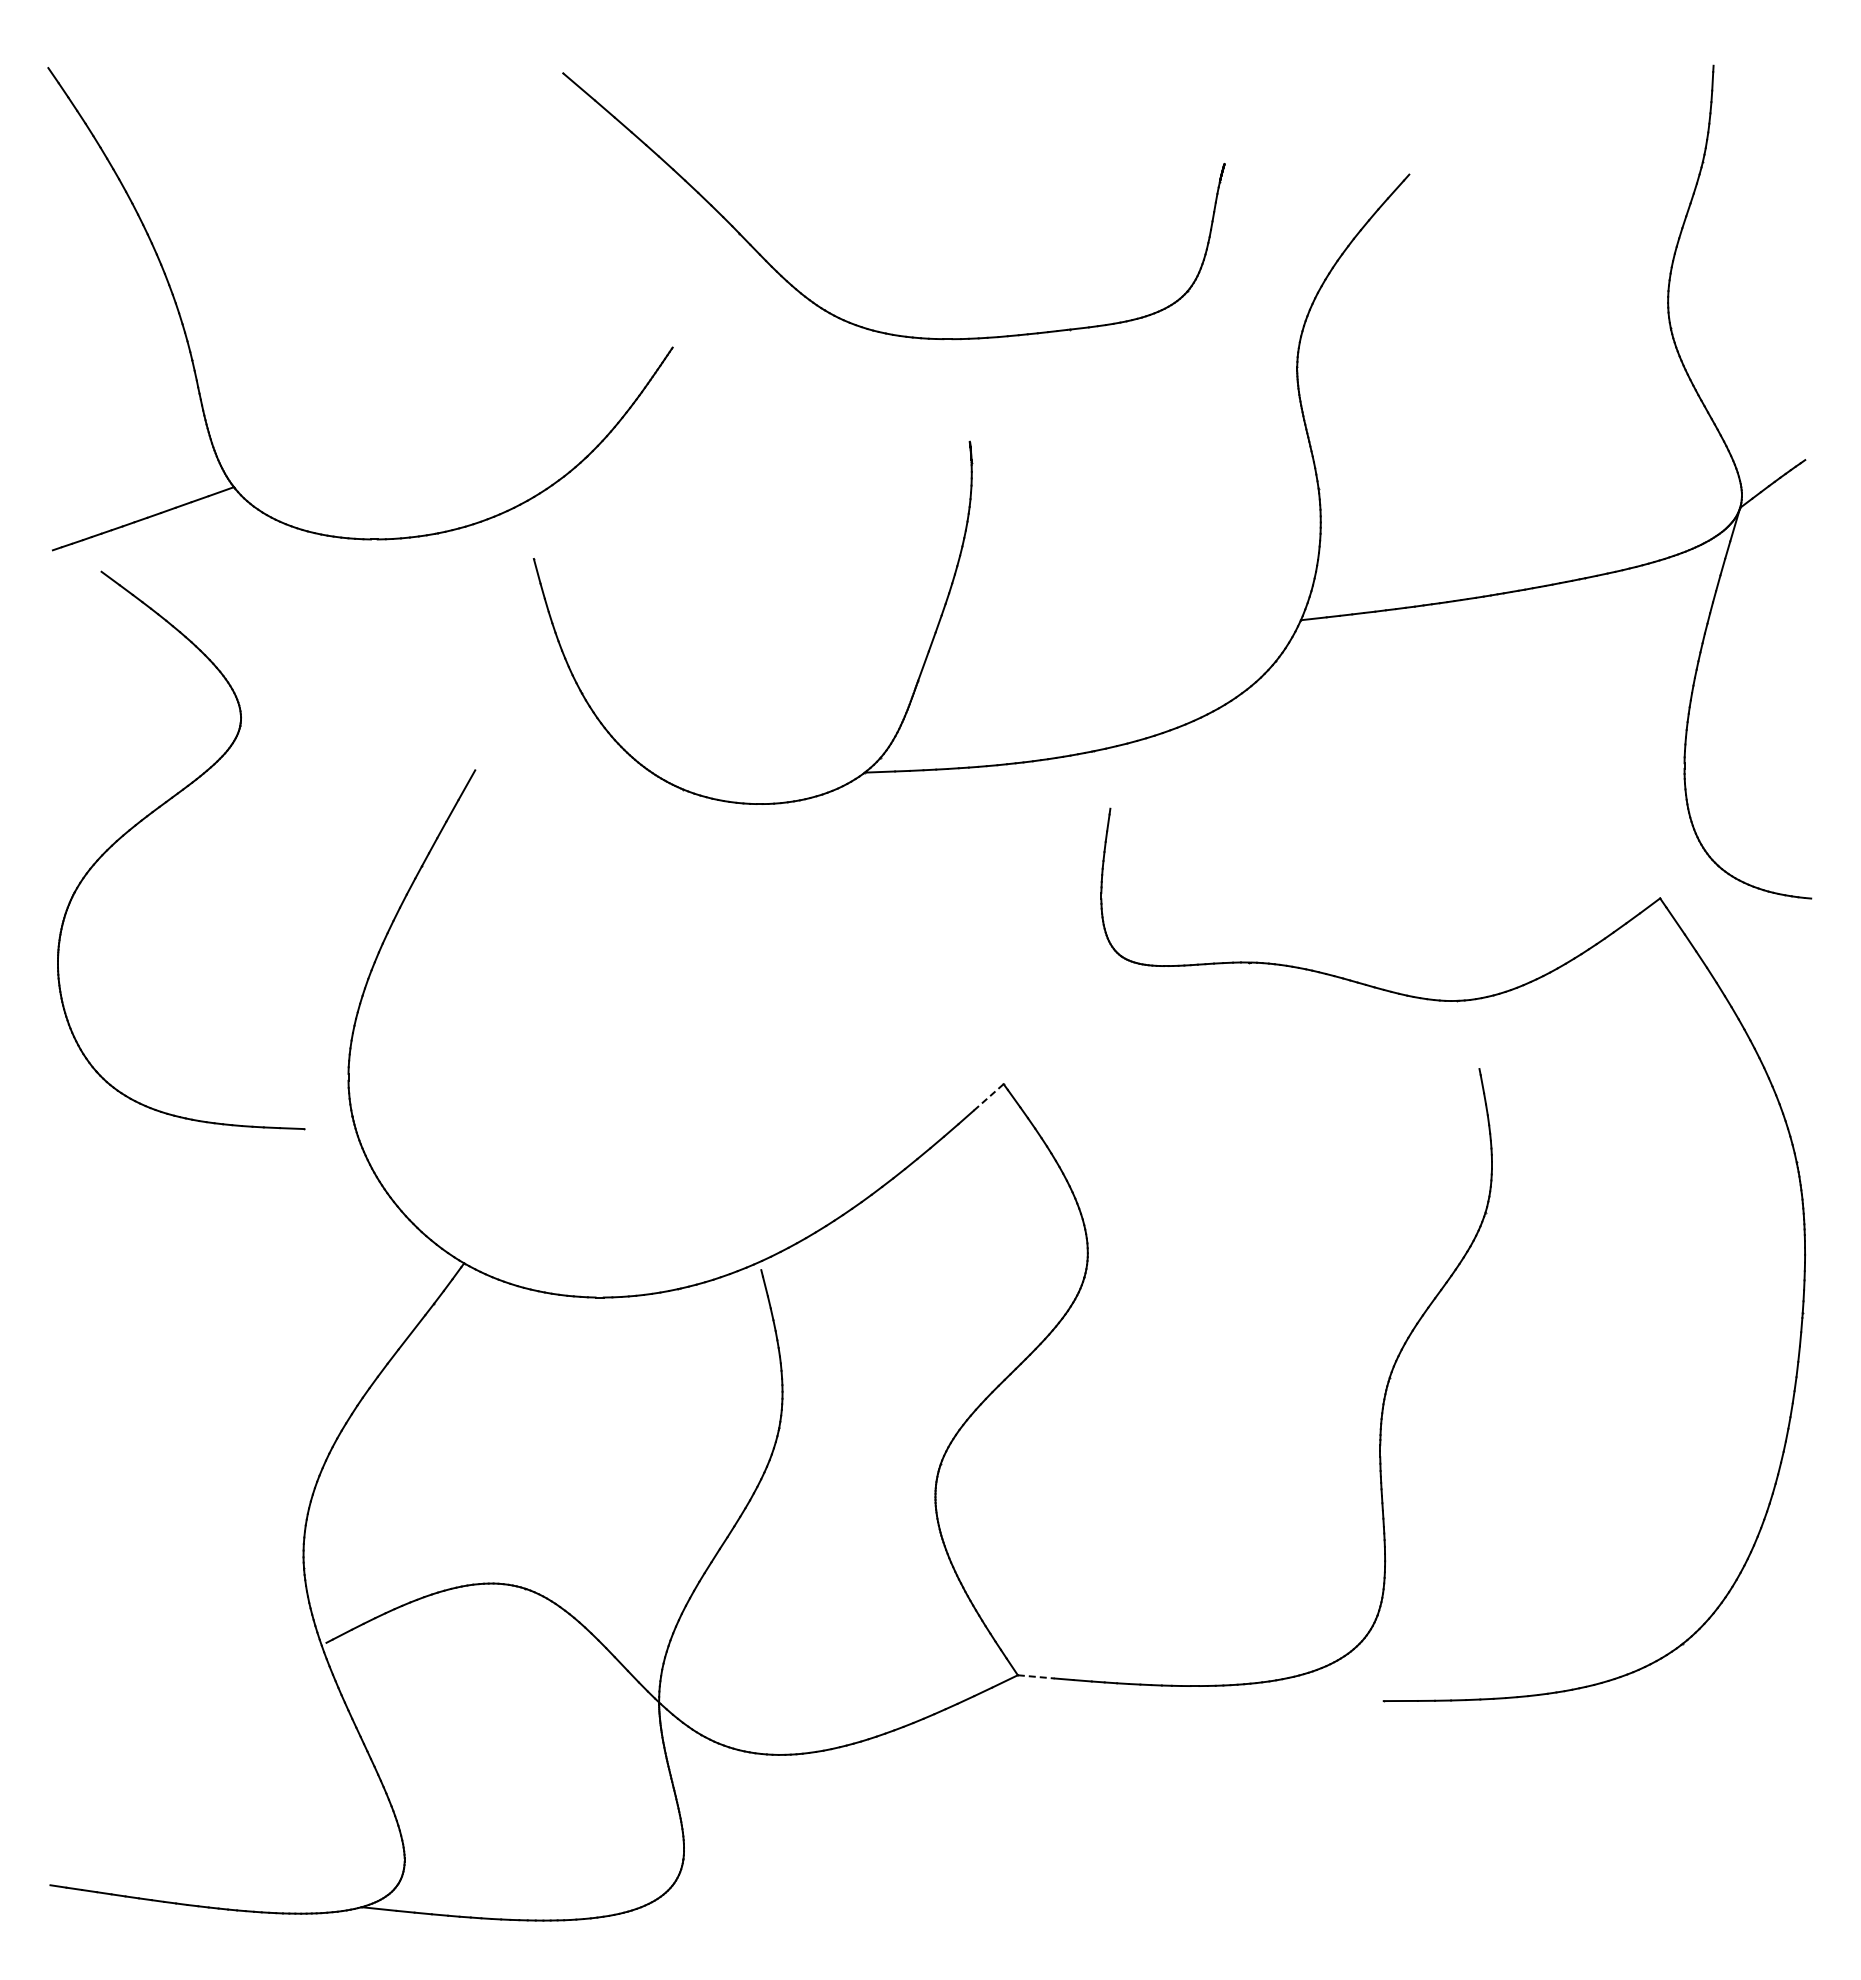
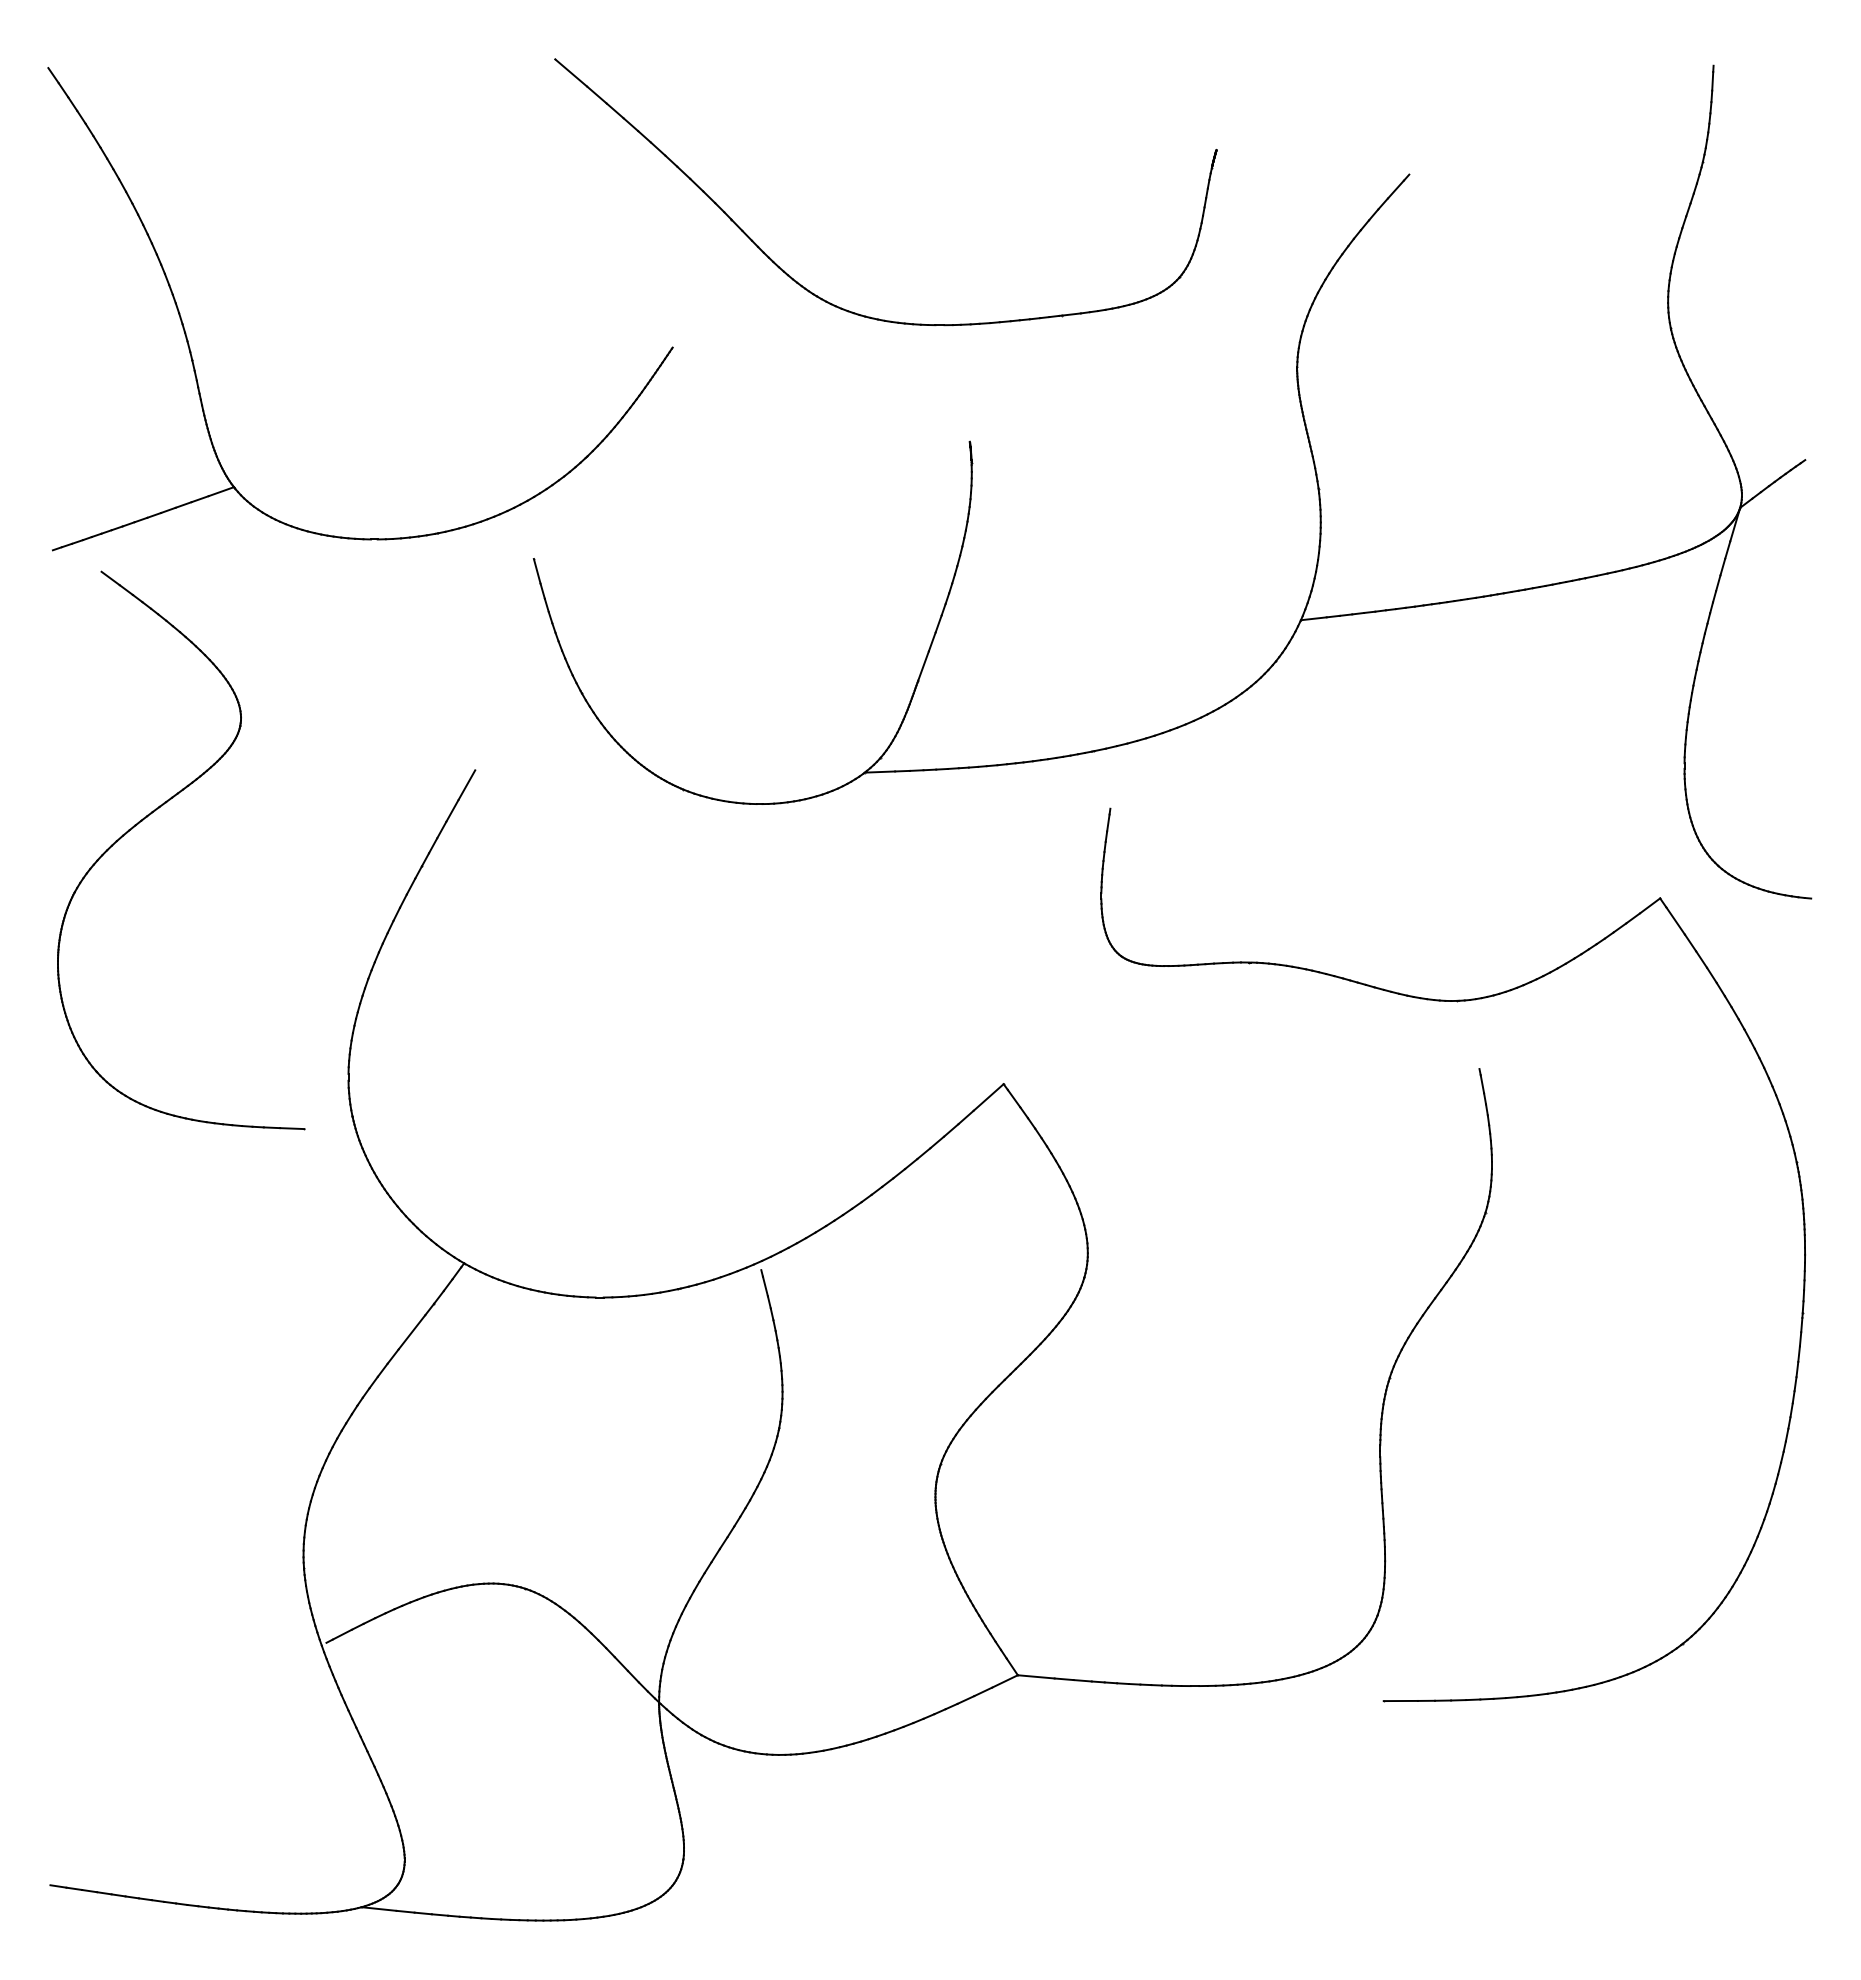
part at (847, 320) position: (847, 320) -> (839, 306)
line at (988, 1097): dashed -> solid
line at (1036, 1676): dashed -> solid
